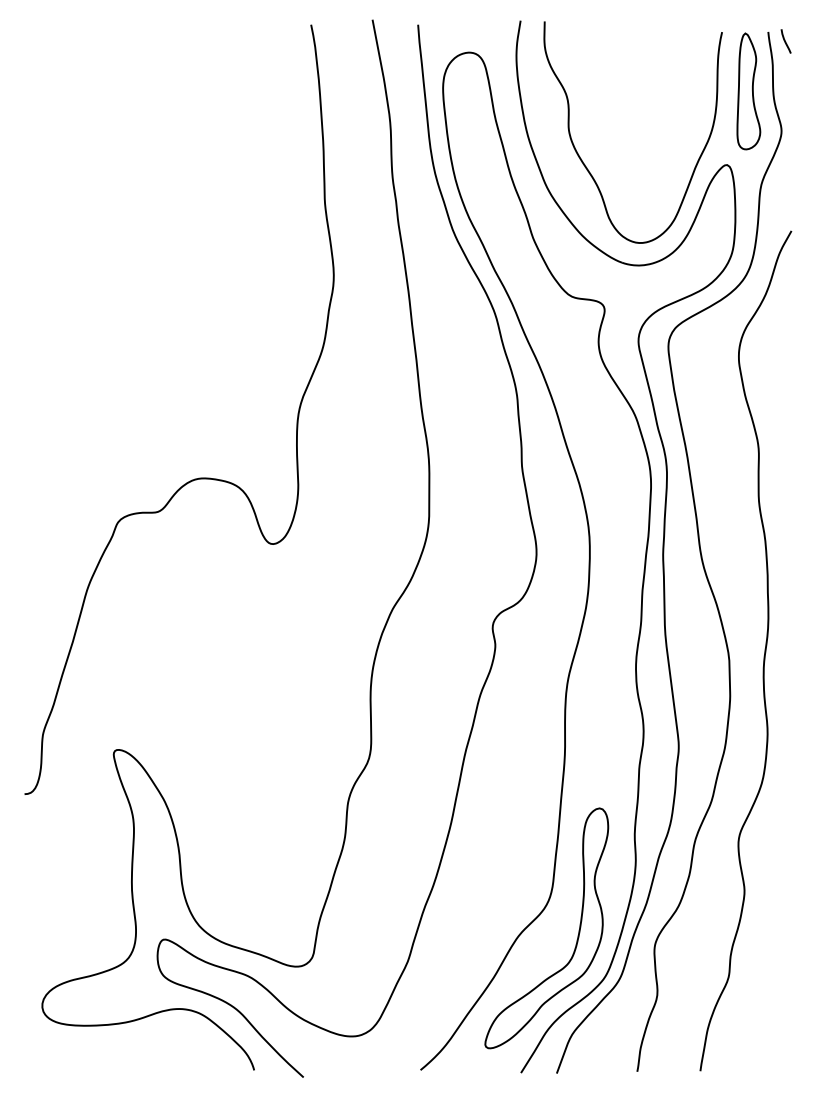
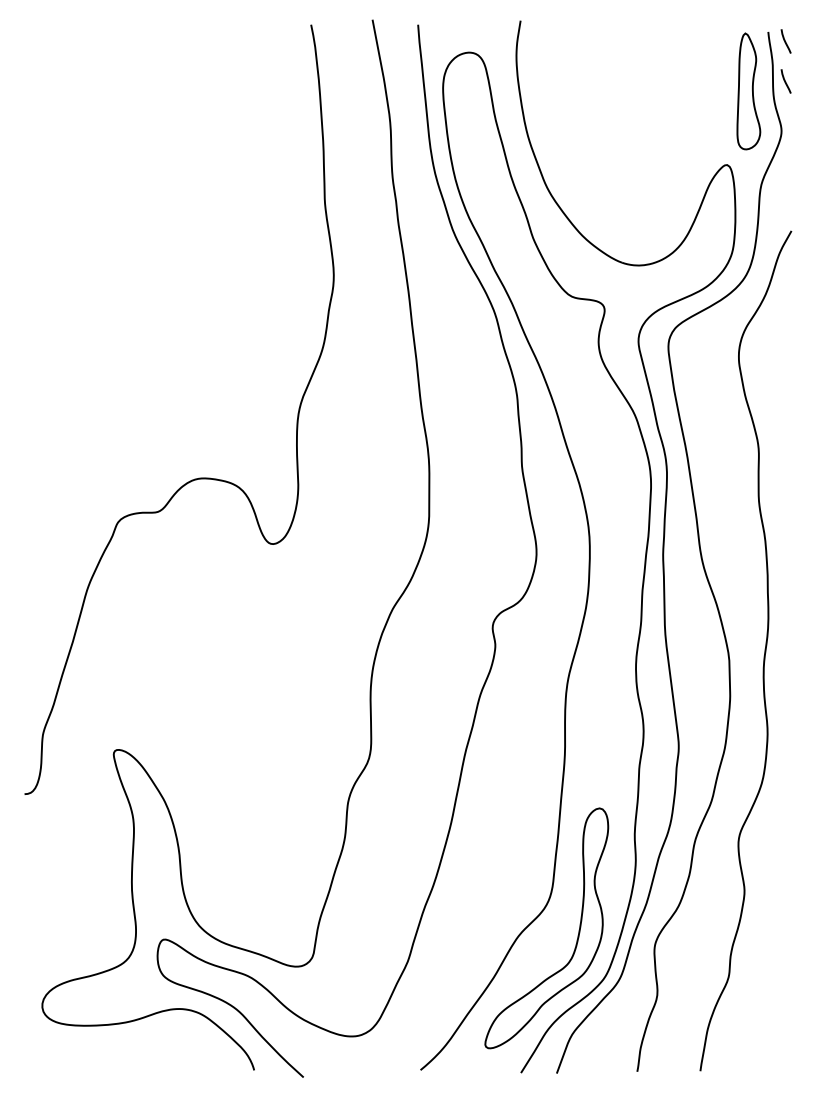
curve at (785, 81): none -> present
curve at (585, 164): present -> none
